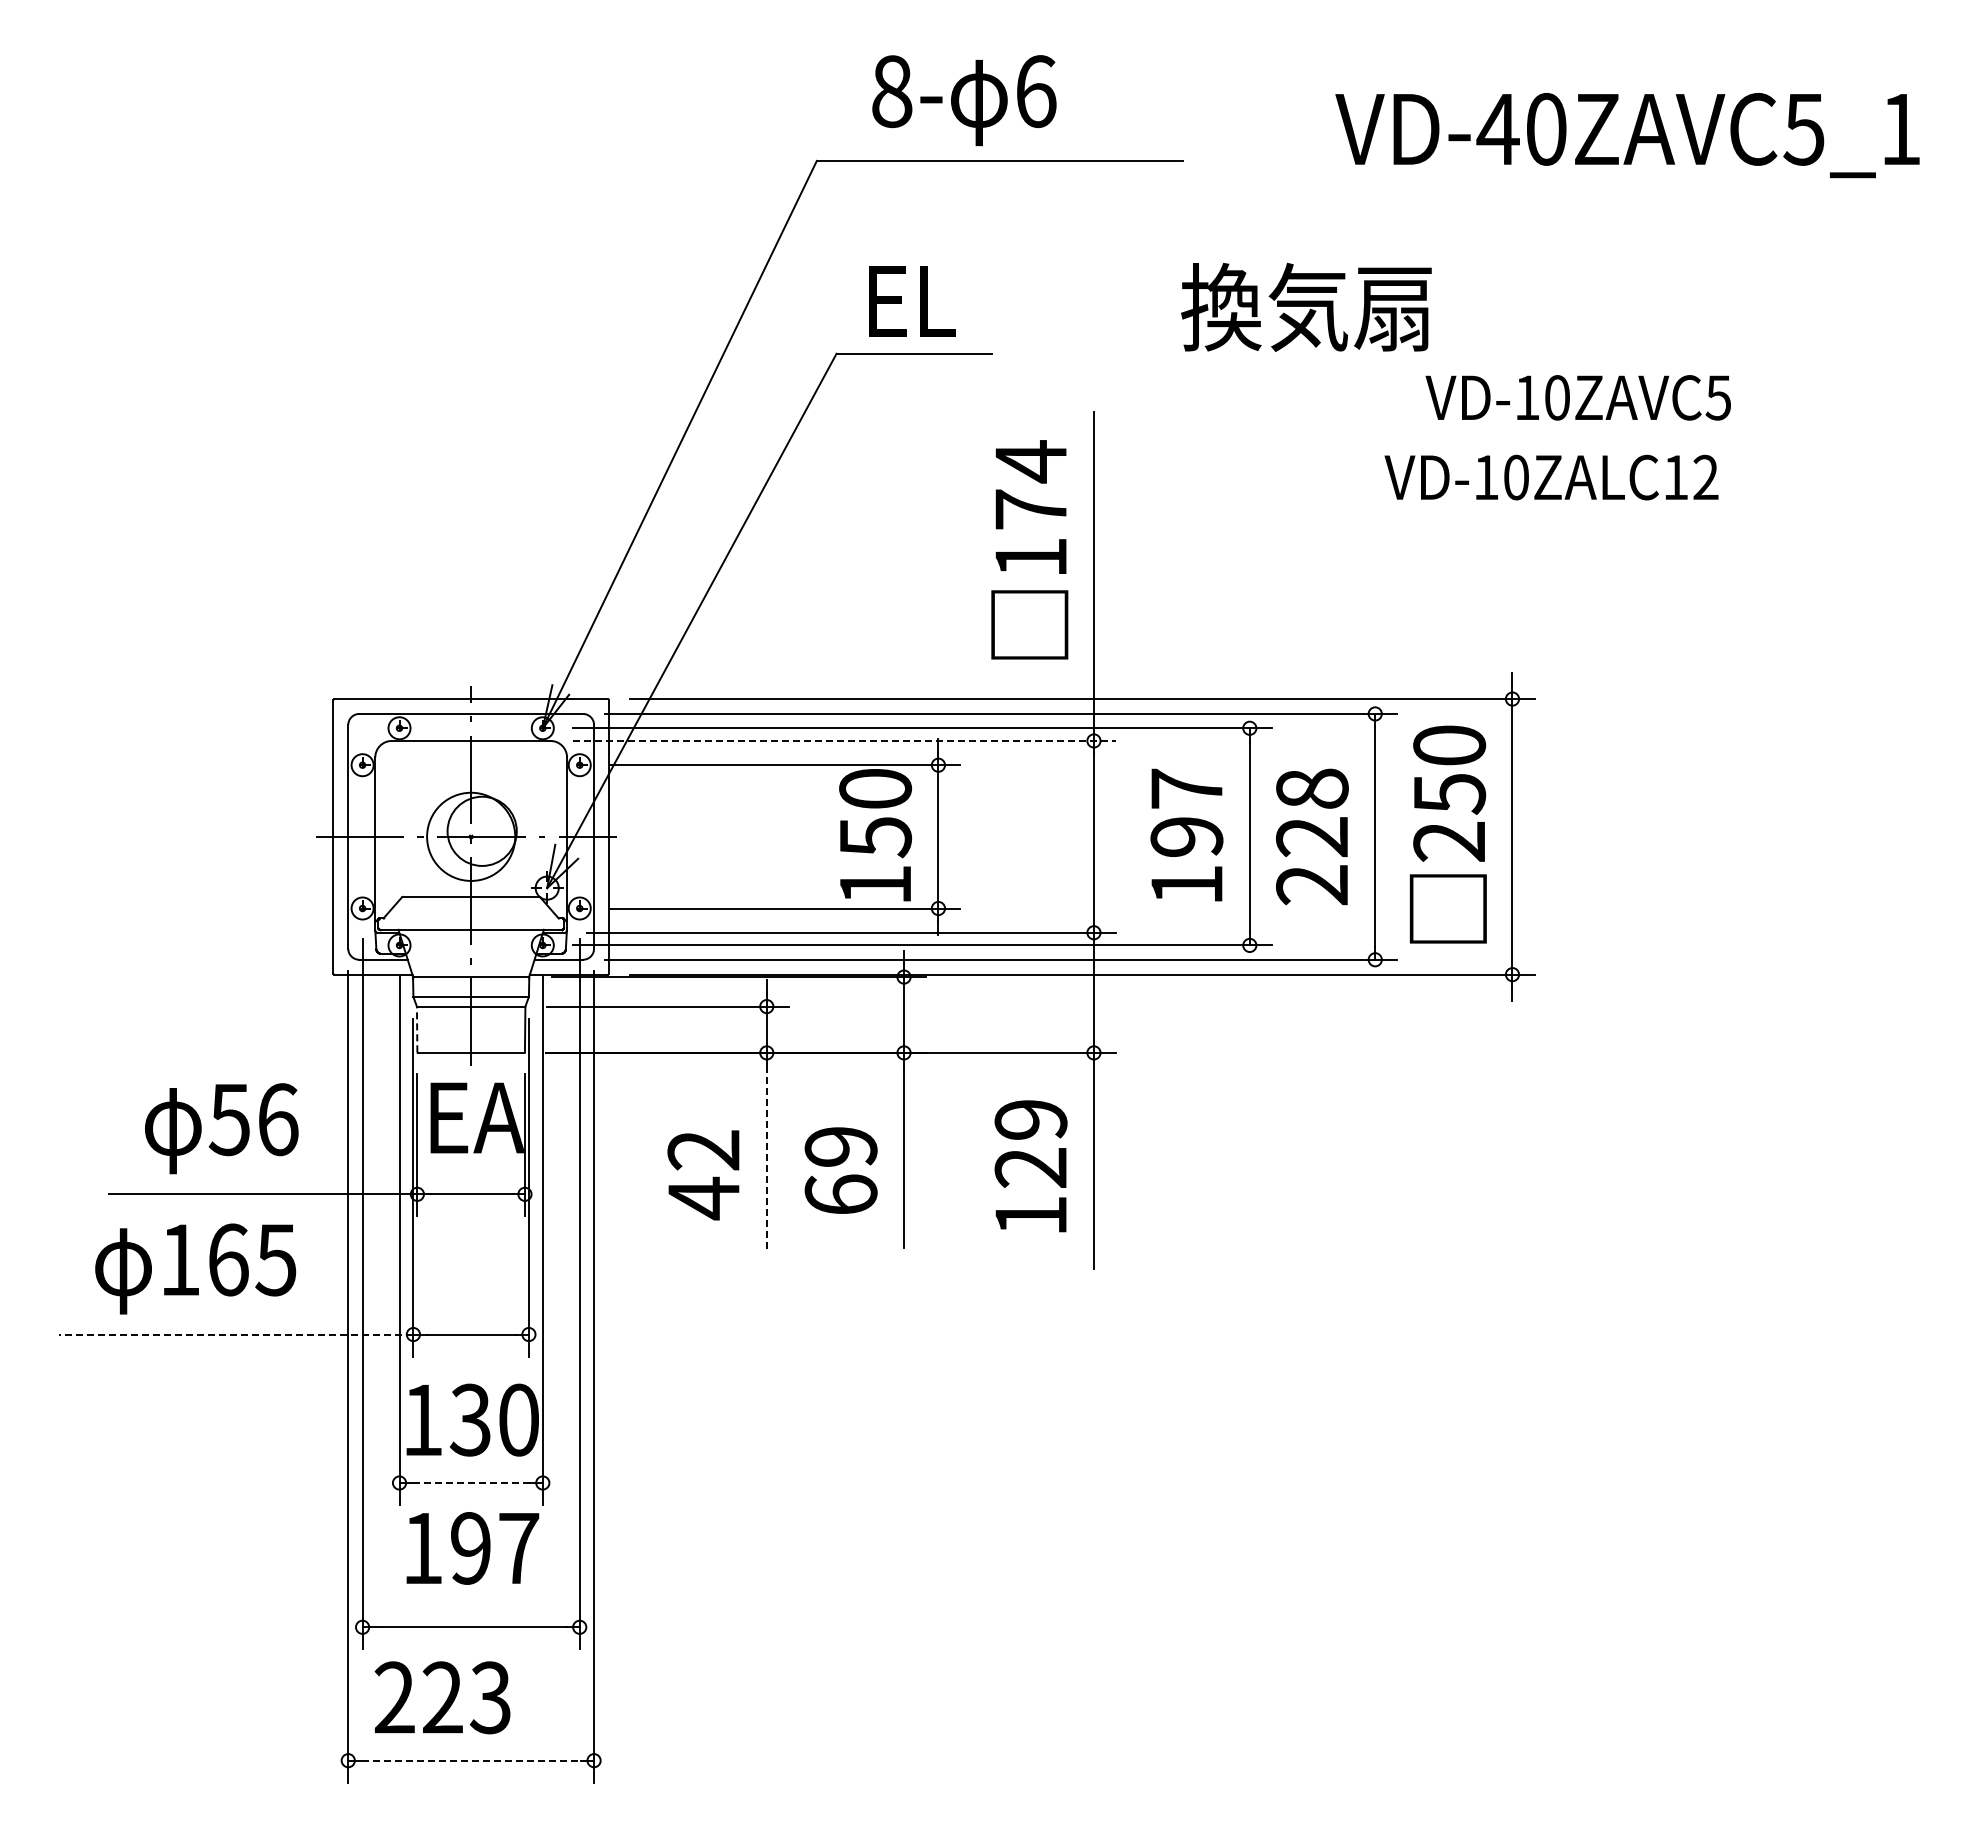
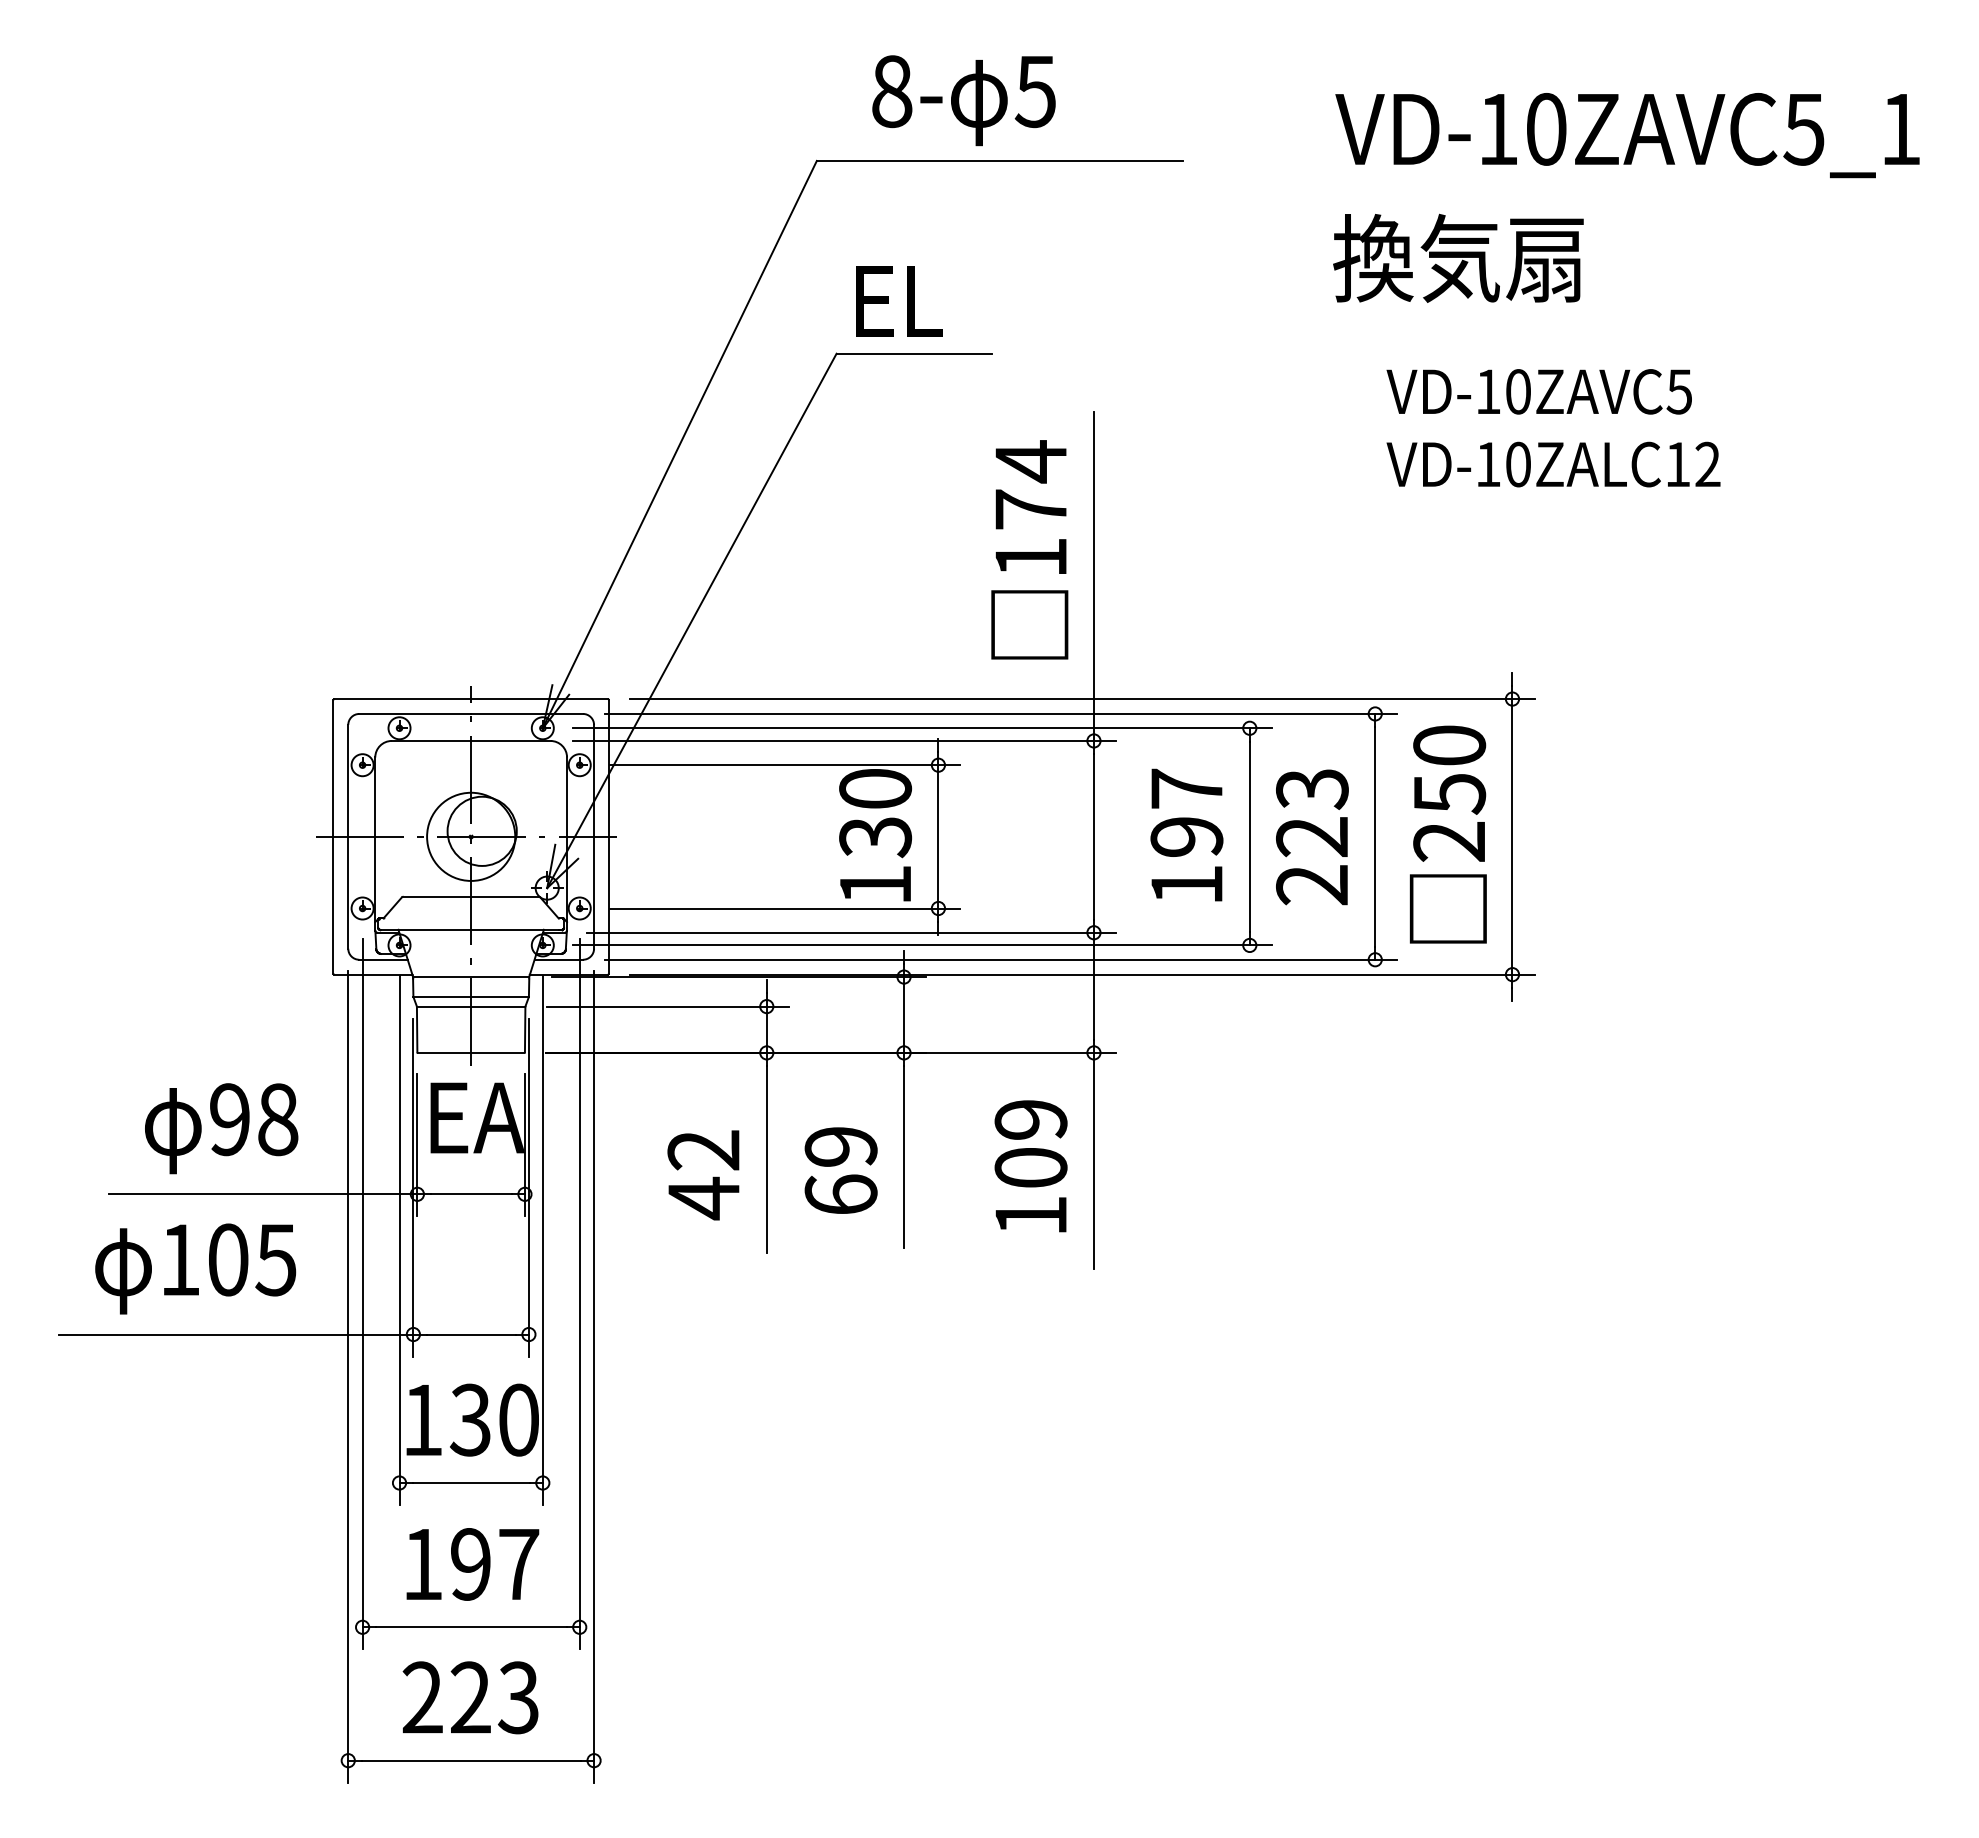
text at (1035, 91): 6 -> 5
text at (1497, 129): VD-40ZAVC5_1 -> VD-10ZAVC5_1
text at (912, 301) position: (912, 301) -> (899, 301)
text at (1306, 306) position: (1306, 306) -> (1458, 257)
text at (1577, 397) position: (1577, 397) -> (1538, 391)
text at (1551, 477) position: (1551, 477) -> (1553, 464)
line at (844, 740): dashed -> solid
text at (1312, 789): 228 -> 223
text at (875, 837): 150 -> 130
line at (417, 1029): dashed -> solid
text at (253, 1119): 56 -> 98
line at (766, 1159): dashed -> solid
text at (1030, 1167): 129 -> 109
text at (228, 1259): 165 -> 105
line at (235, 1334): dashed -> solid
line at (471, 1483): dashed -> solid
text at (472, 1548) position: (472, 1548) -> (472, 1564)
text at (442, 1697) position: (442, 1697) -> (470, 1697)
line at (471, 1760): dashed -> solid
